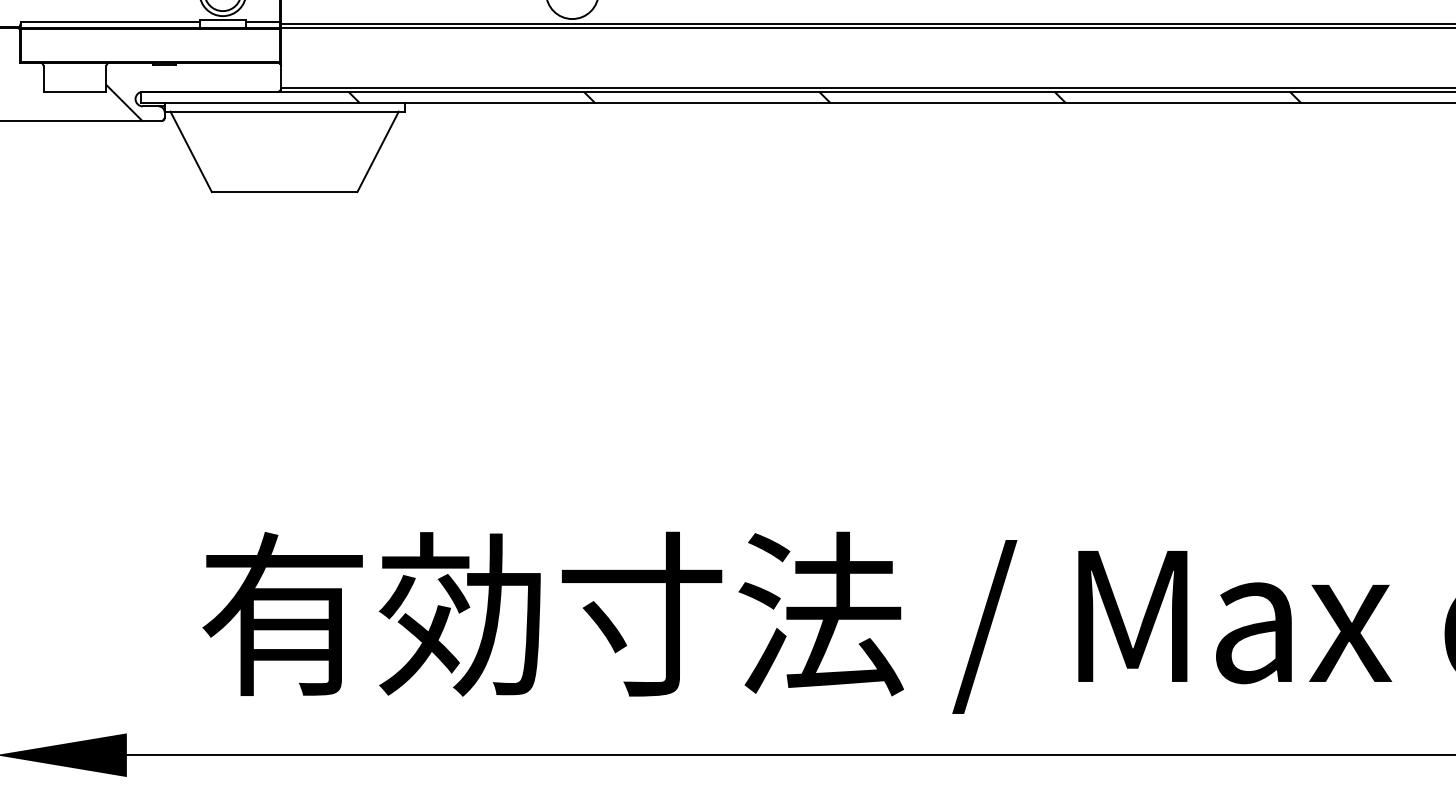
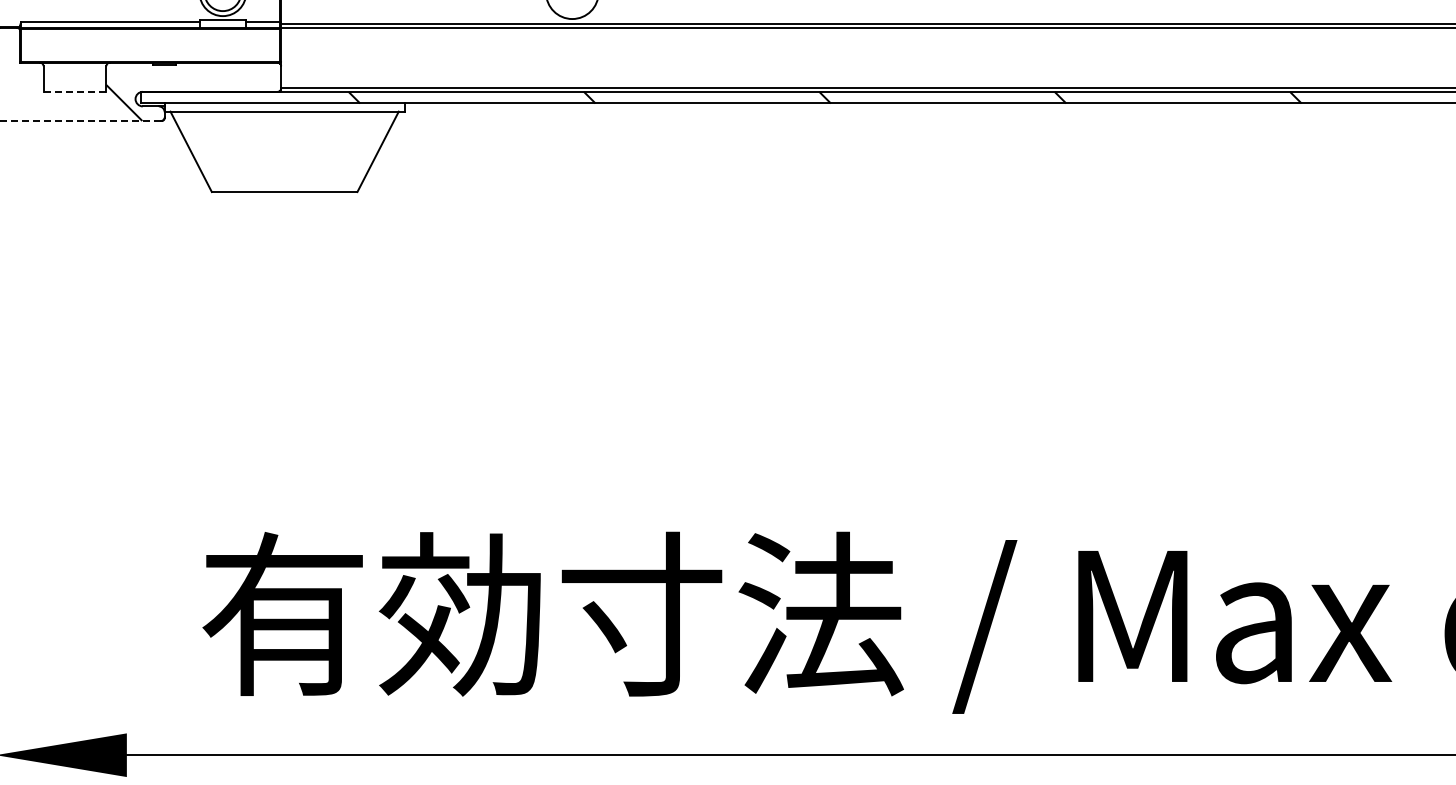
line at (74, 91): solid -> dashed
line at (81, 120): solid -> dashed
